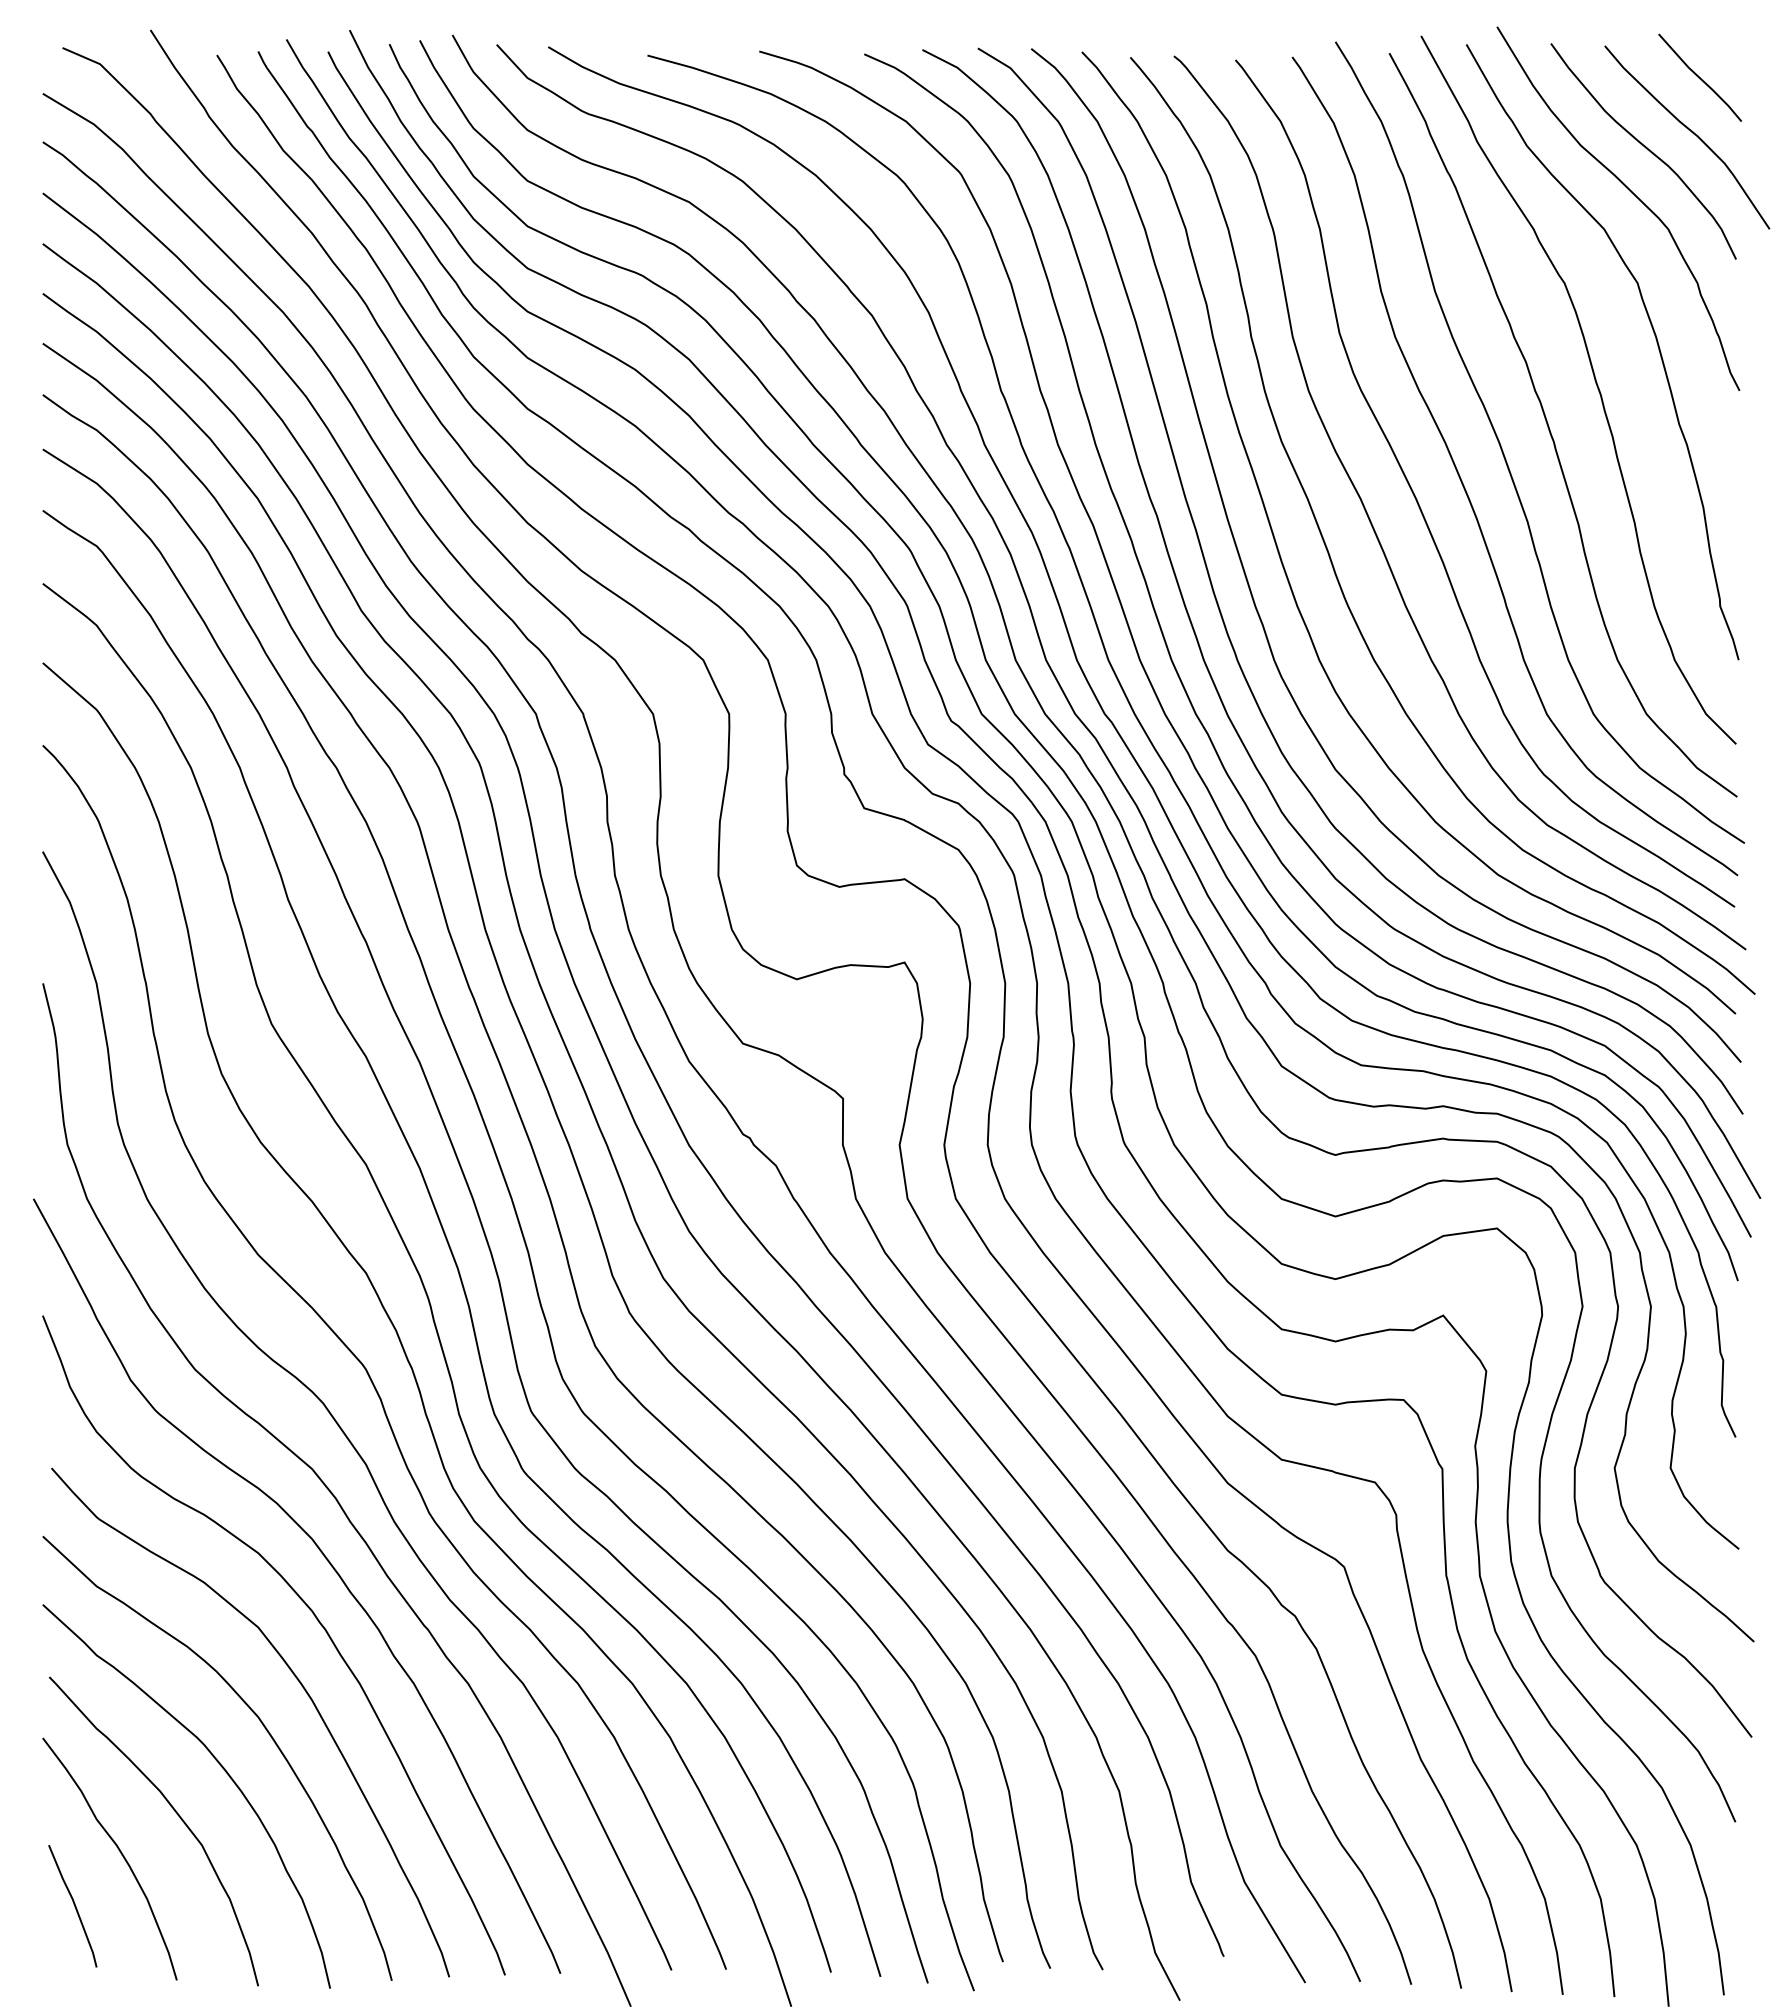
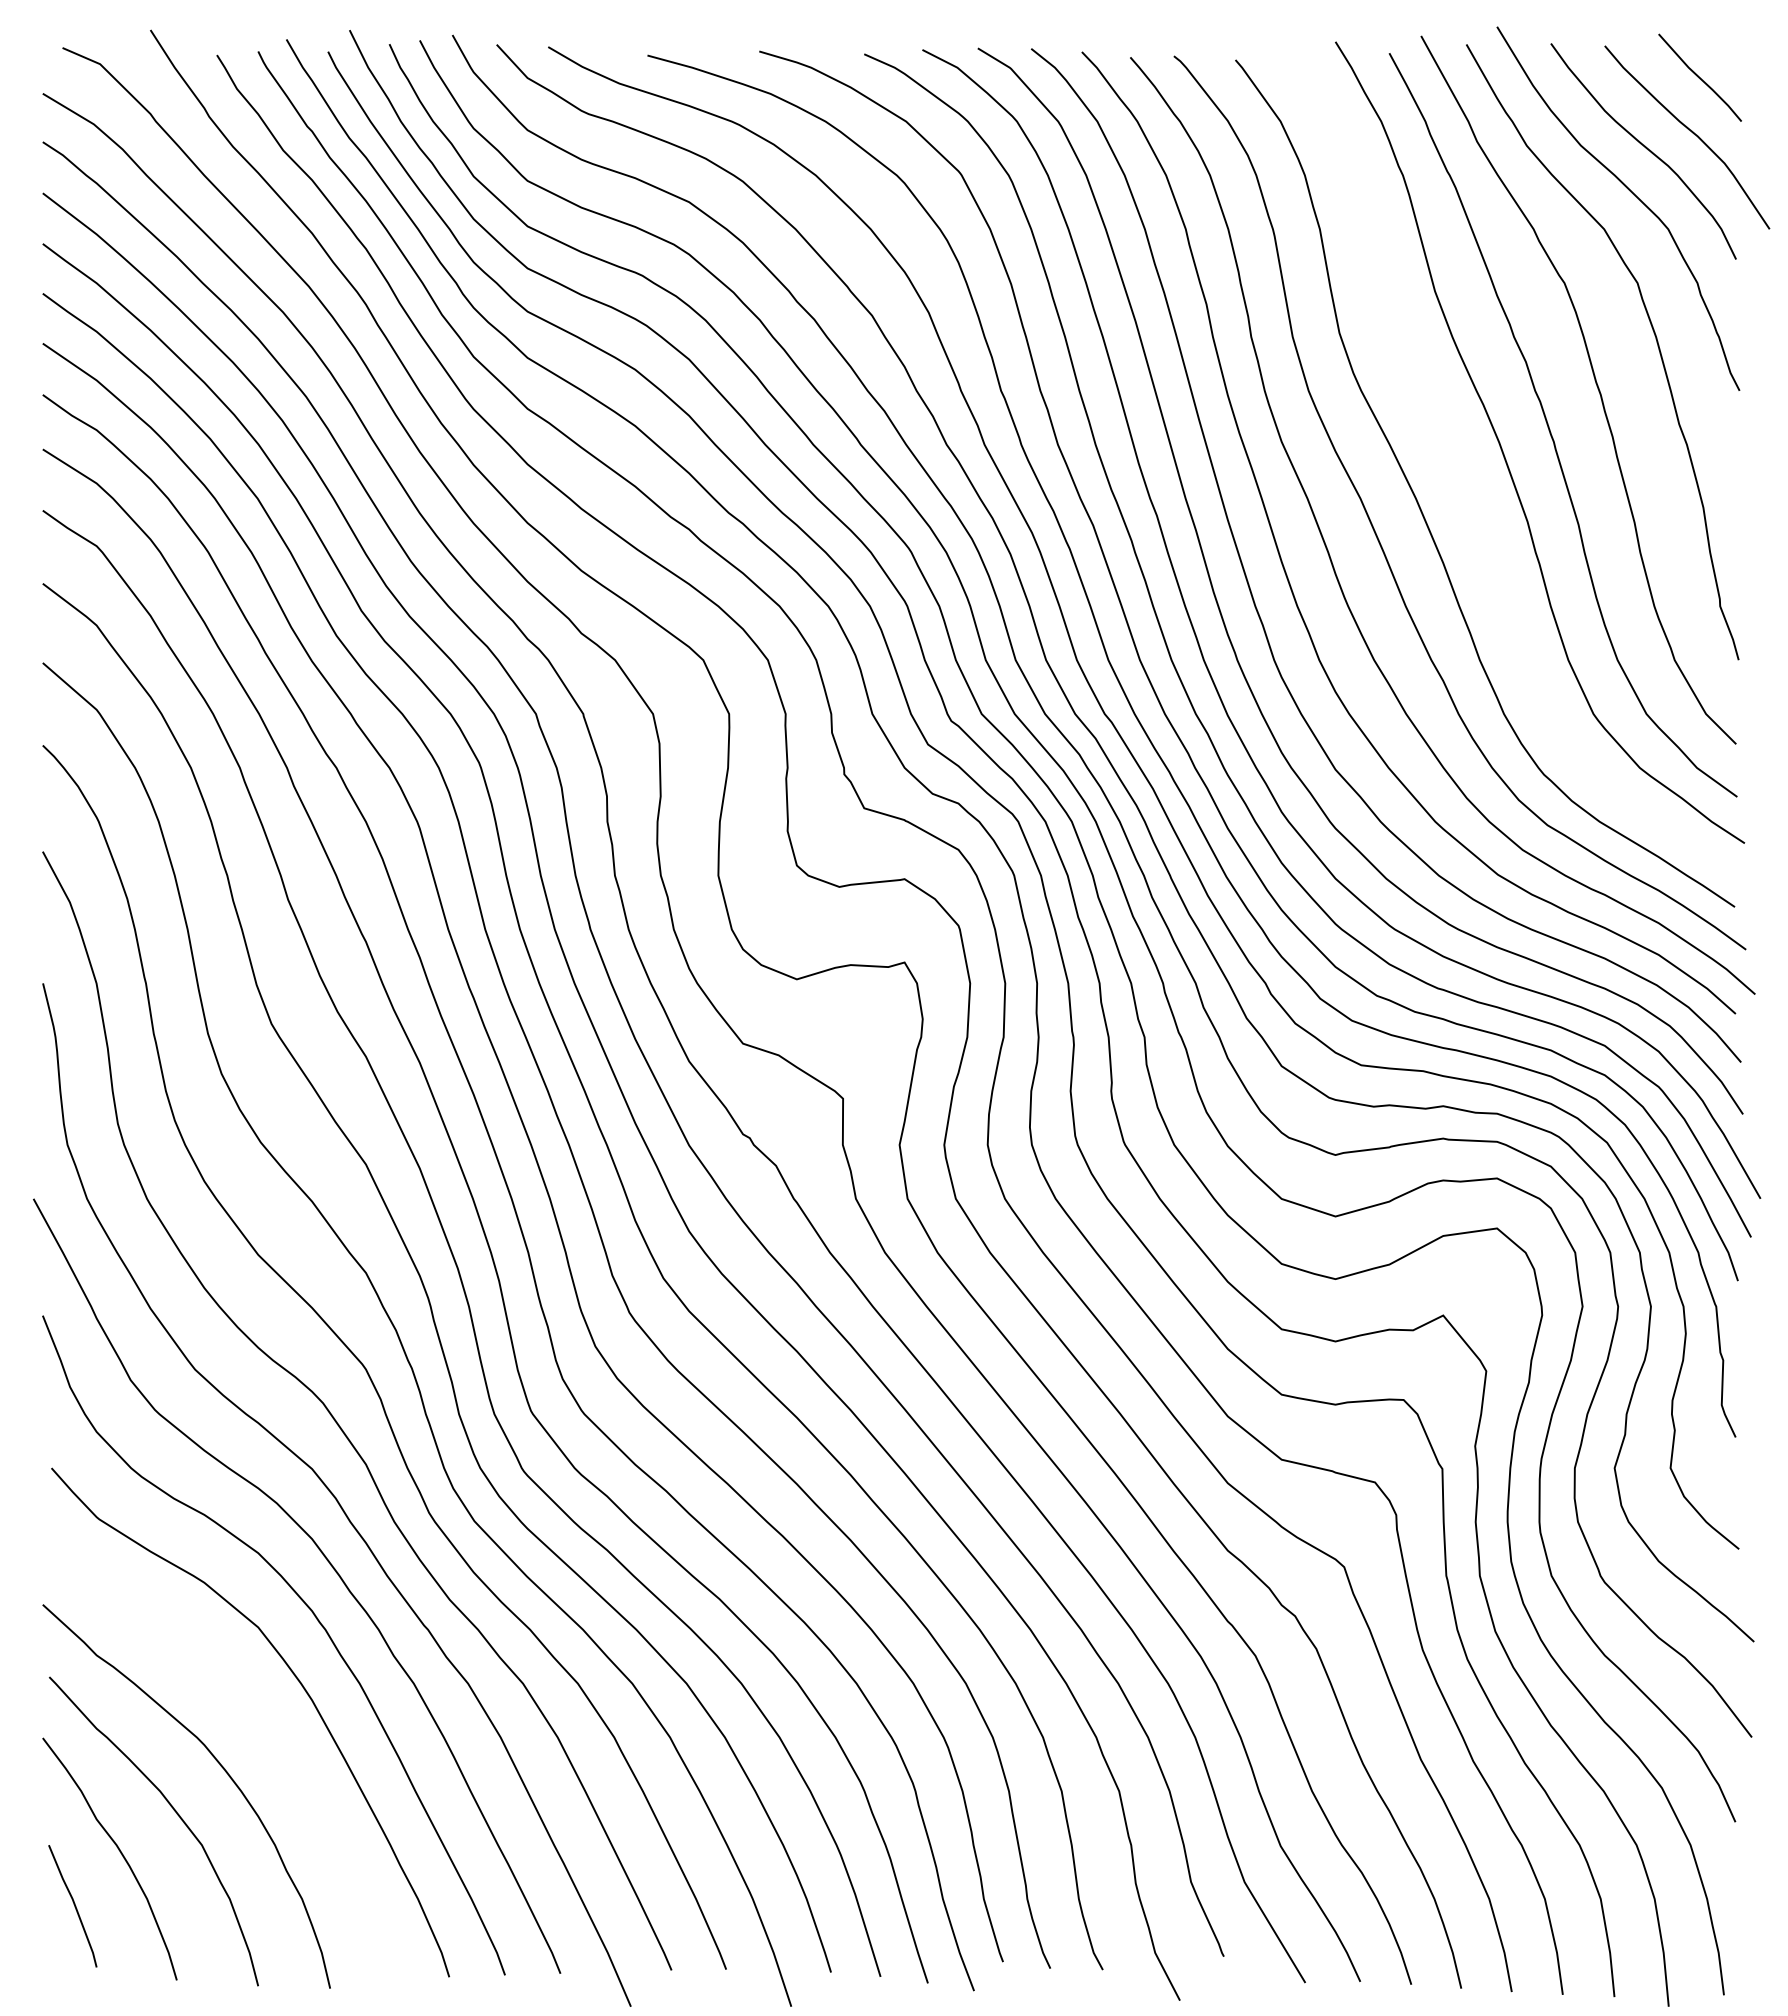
curve at (1465, 487): present -> none
curve at (264, 1728): present -> none
